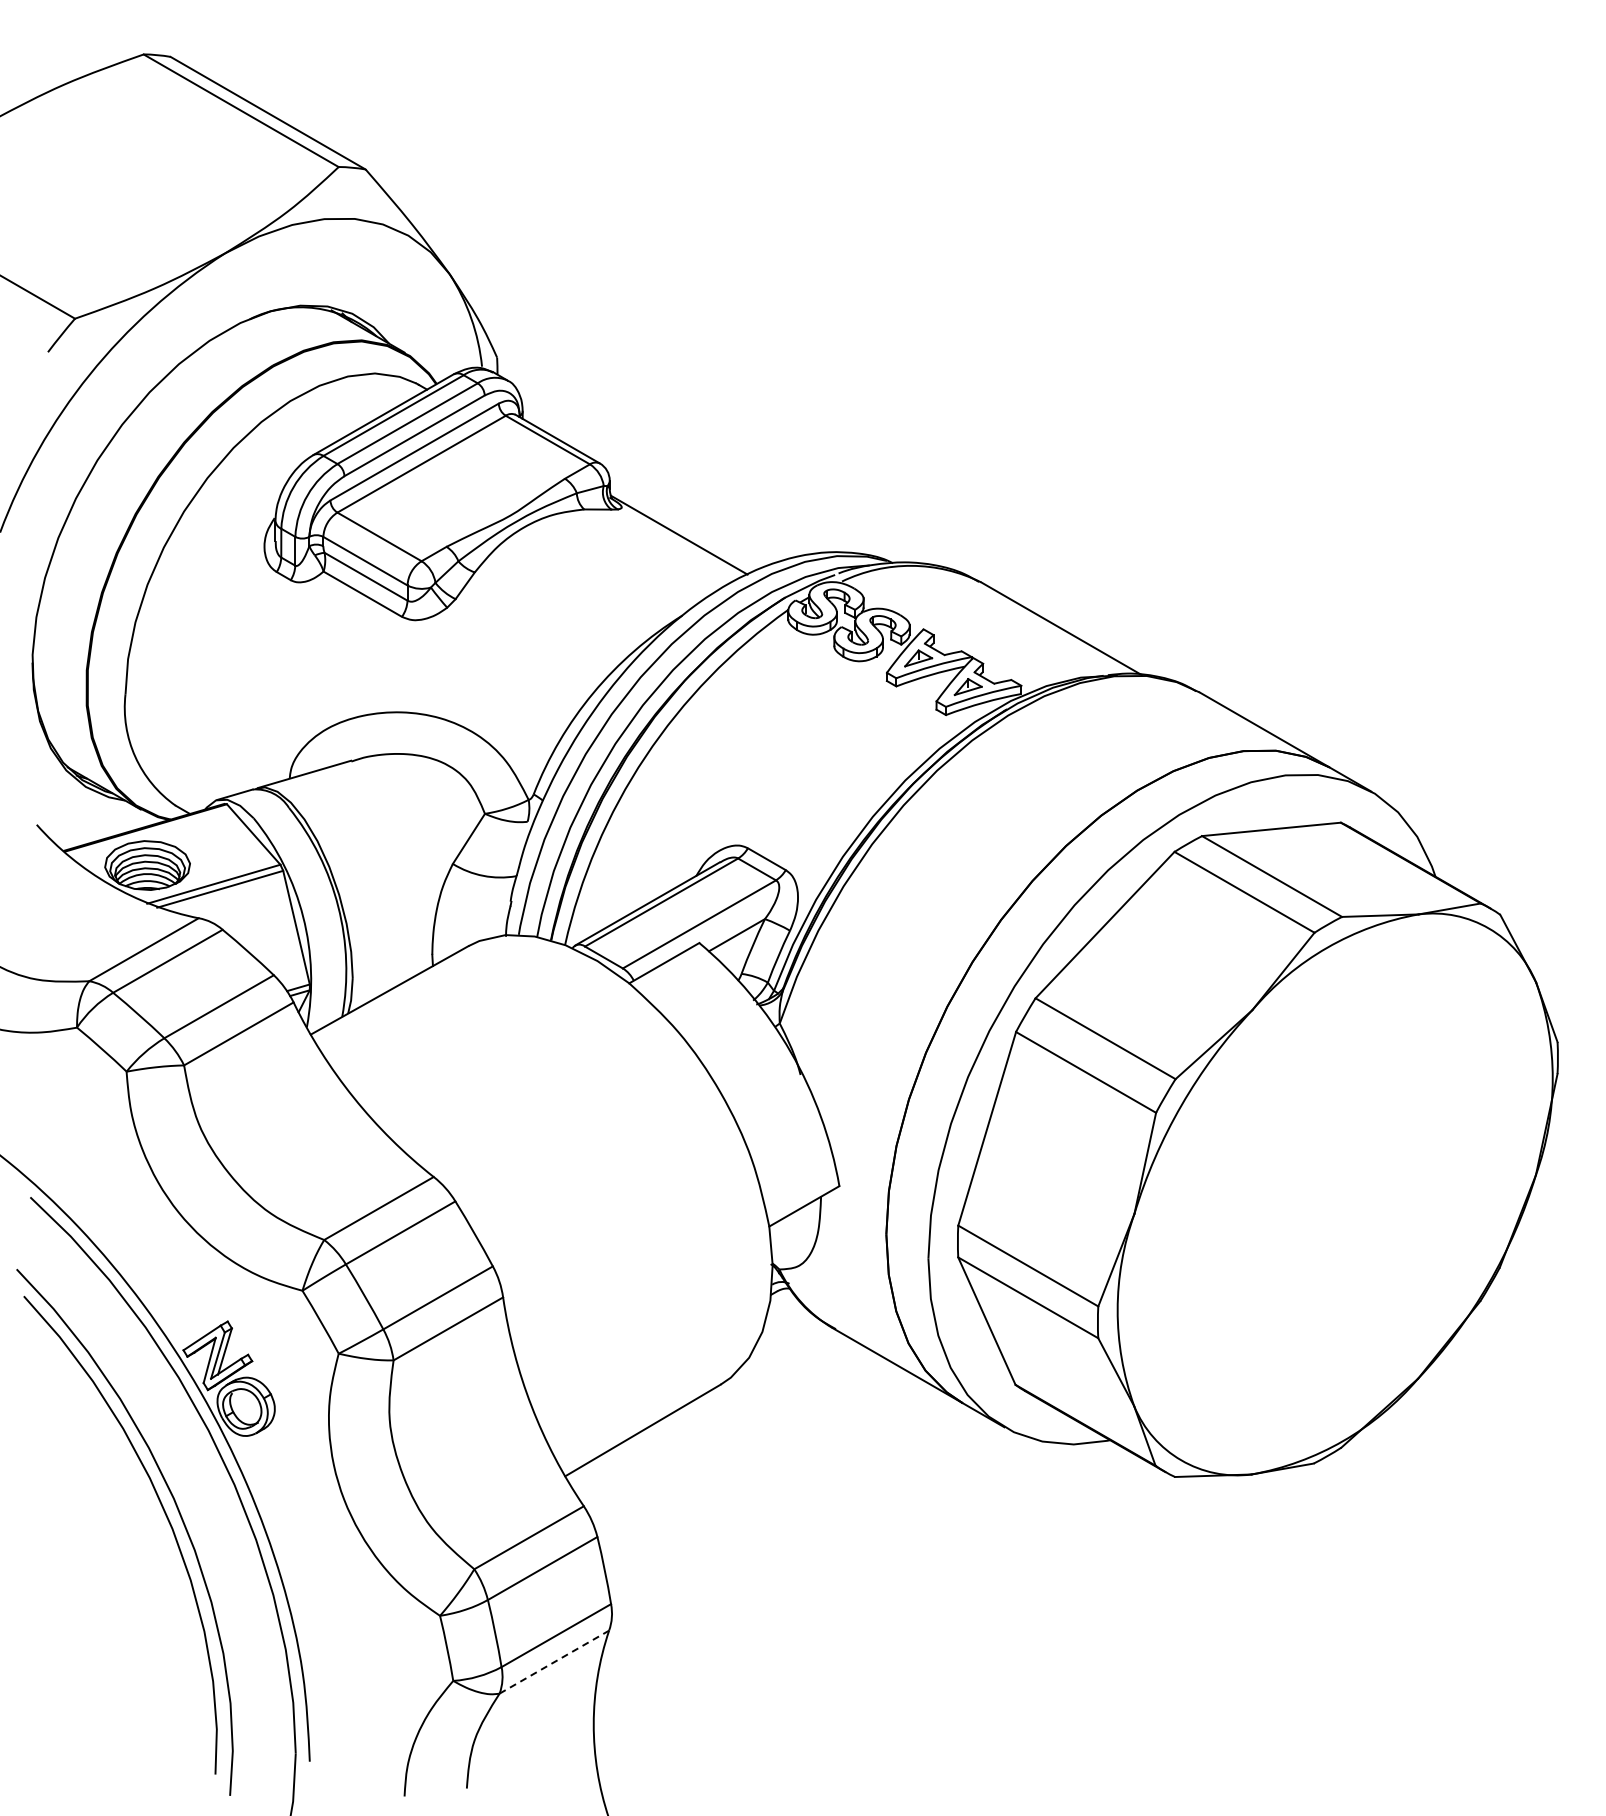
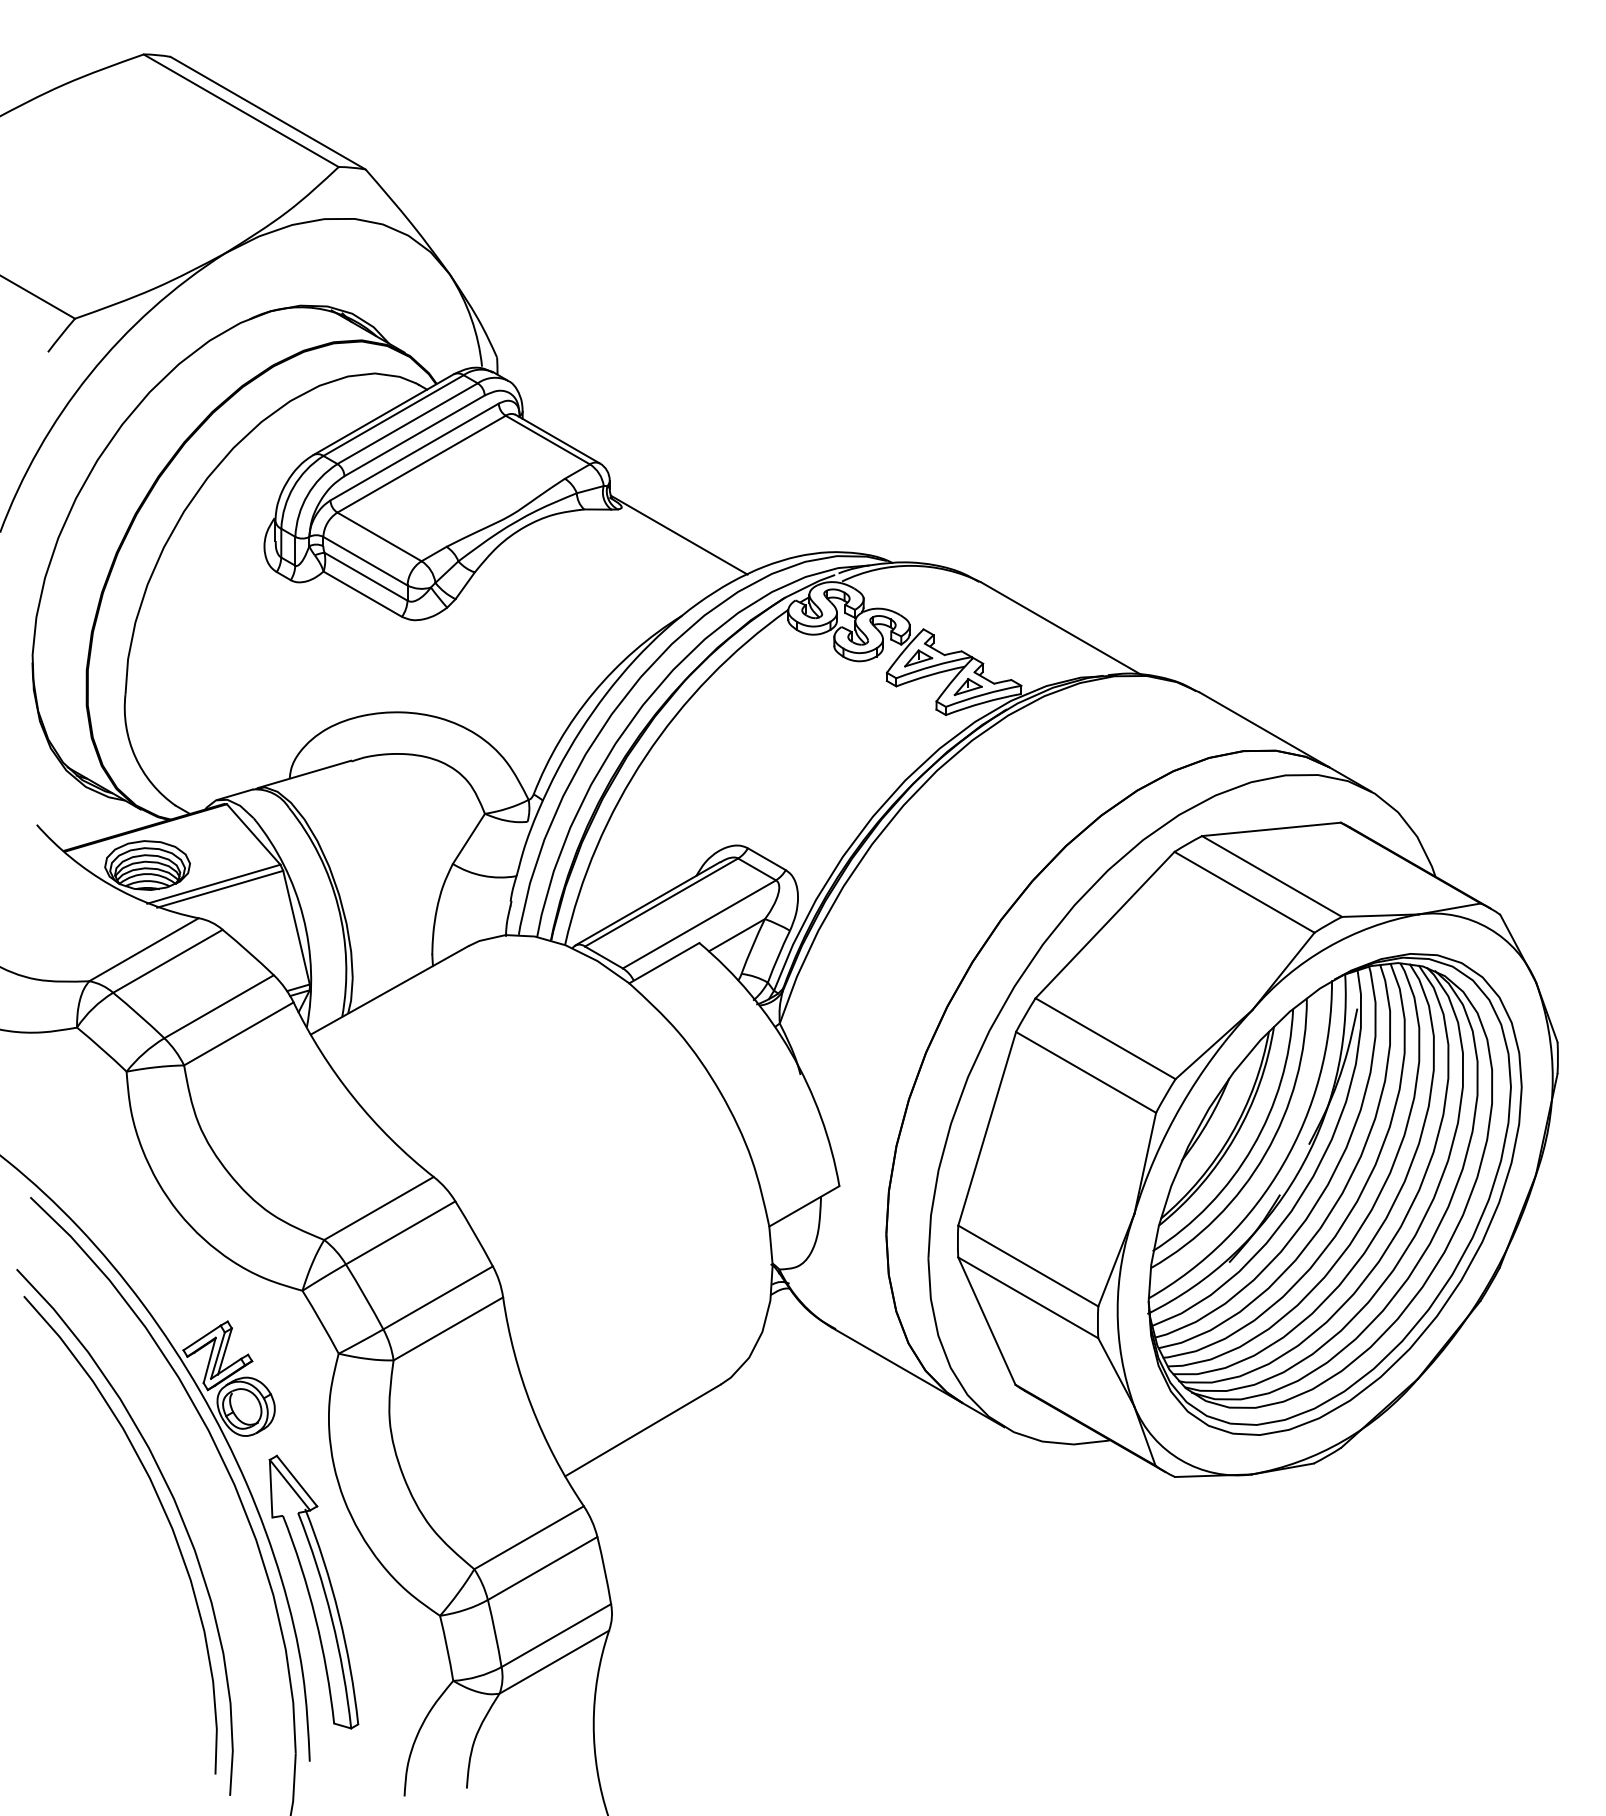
part at (1334, 1194): none -> present
part at (313, 1591): none -> present
line at (554, 1661): dashed -> solid
